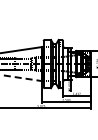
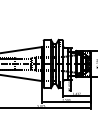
line at (21, 78): dashed -> solid
